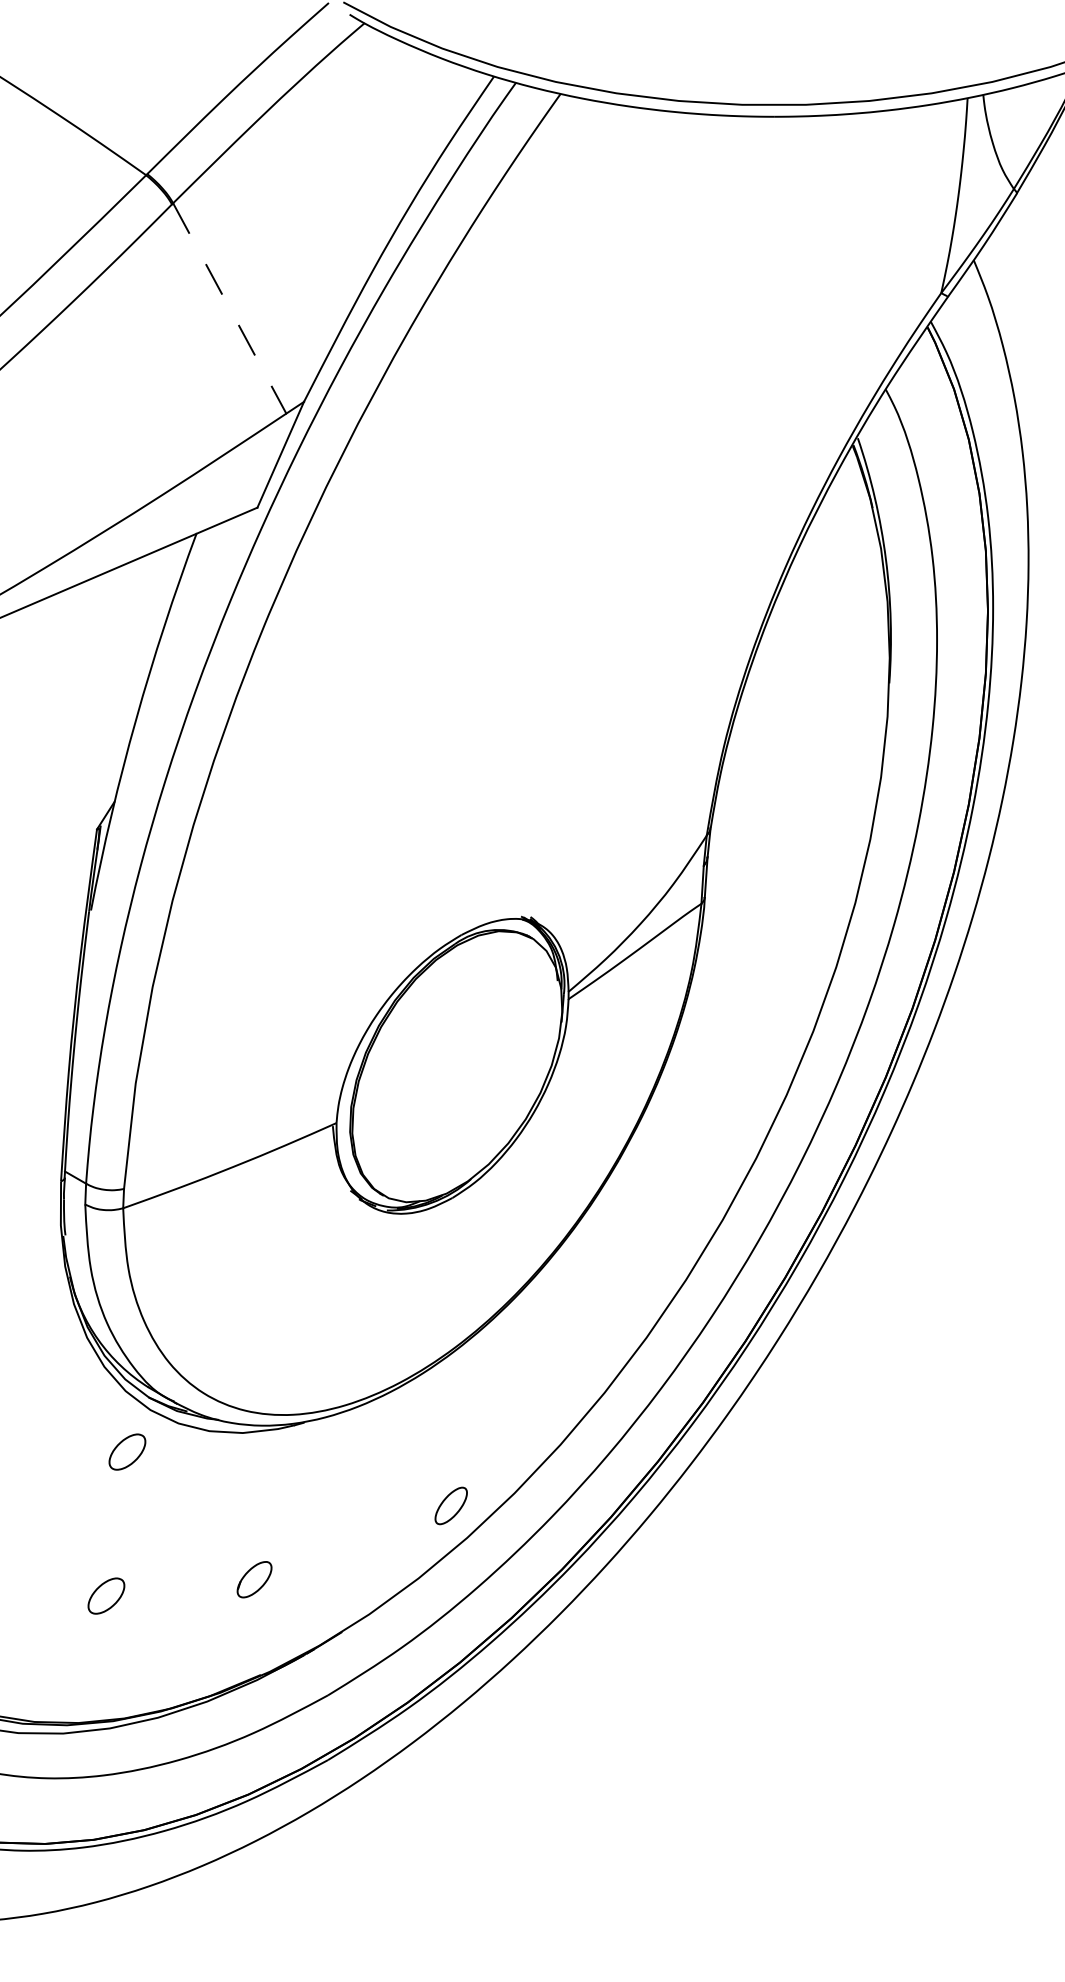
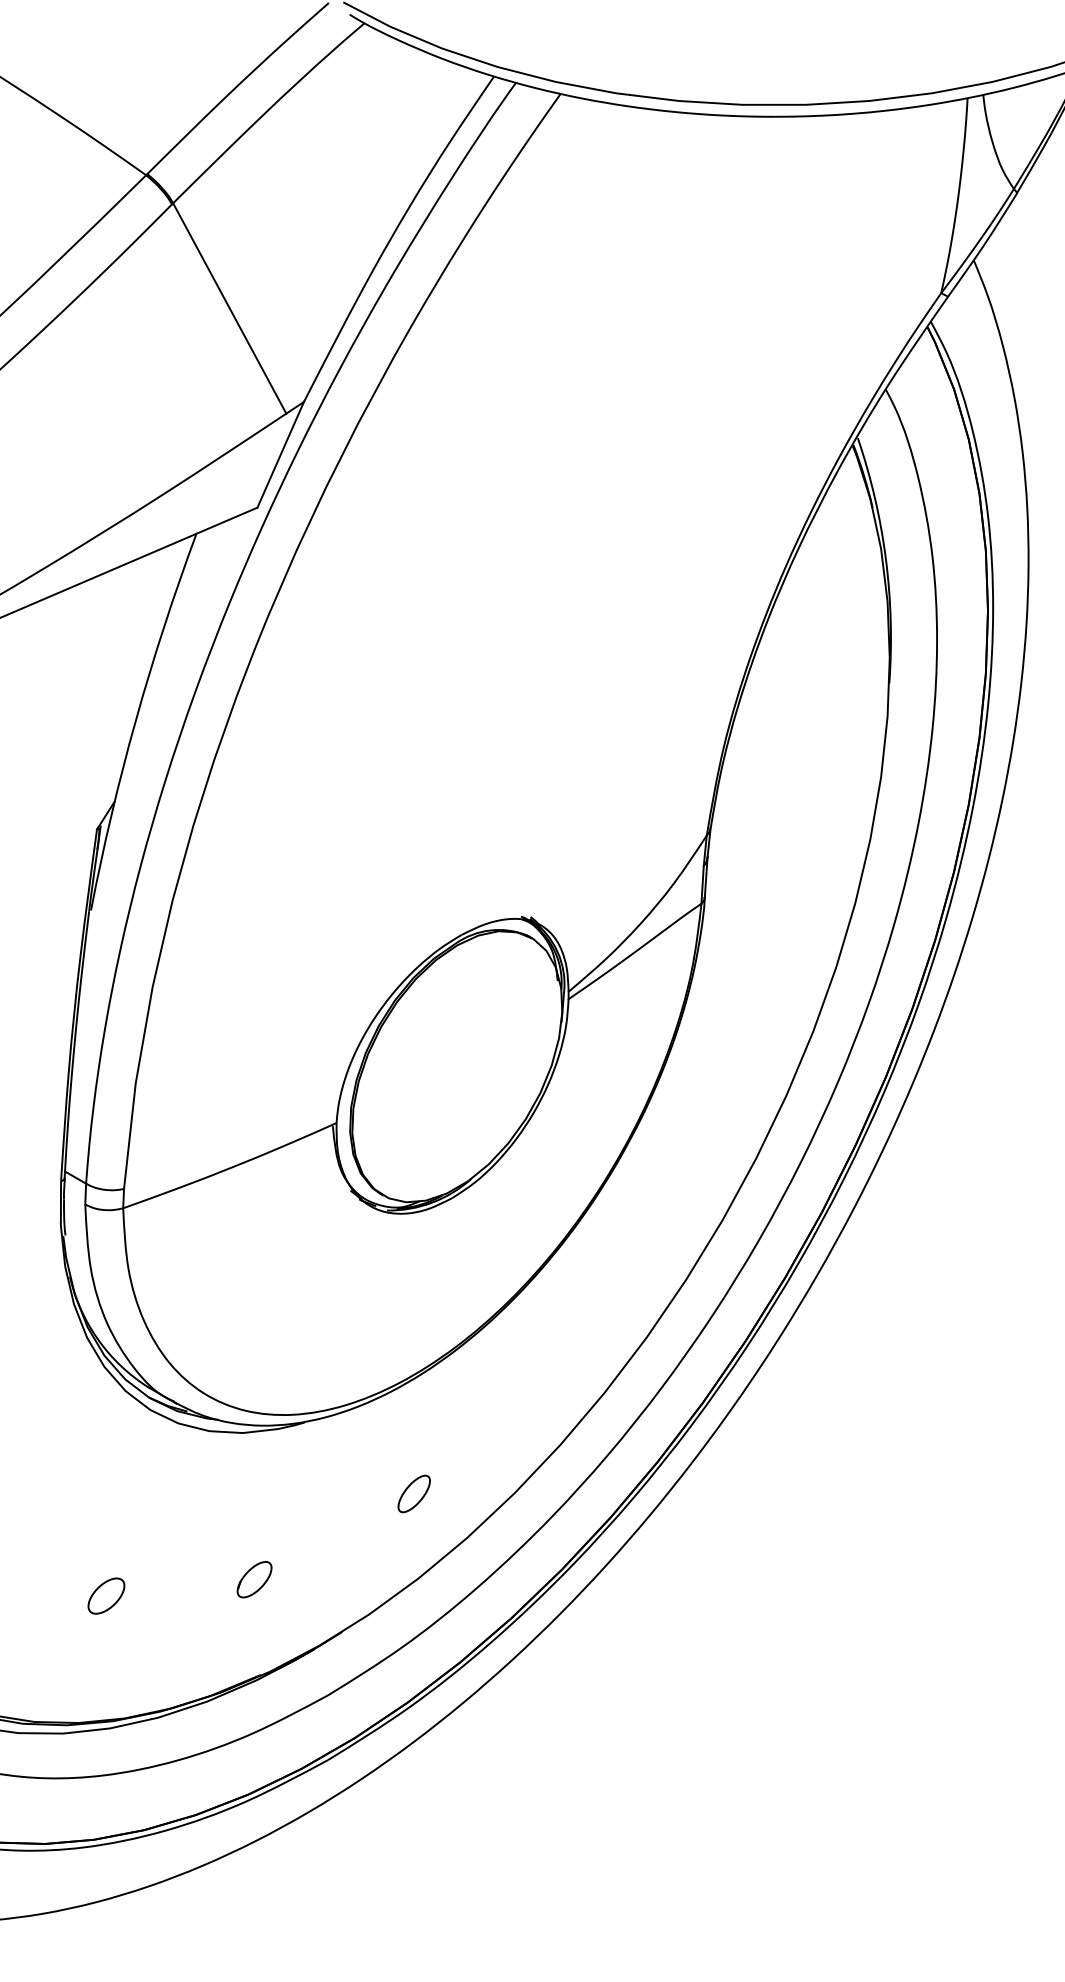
line at (229, 308): dashed -> solid
part at (127, 1451): present -> none
part at (450, 1505) position: (450, 1505) -> (413, 1493)
